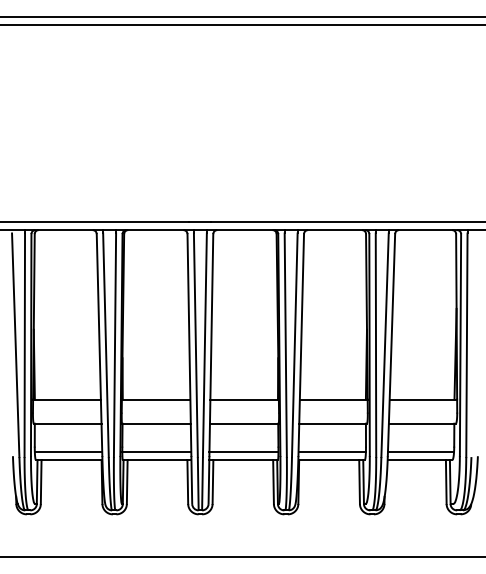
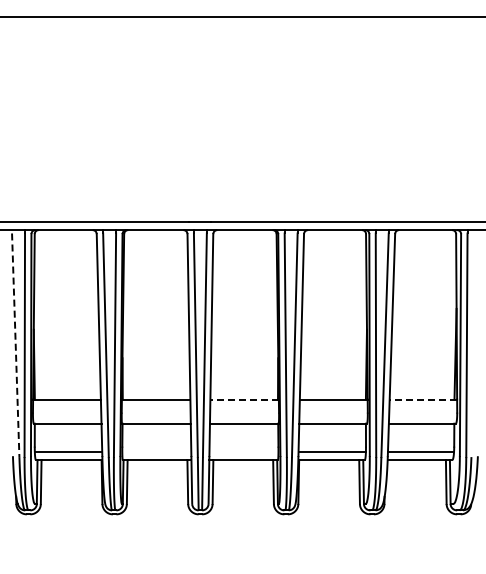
line at (242, 25): present -> none
line at (15, 345): solid -> dashed
line at (244, 399): solid -> dashed
line at (423, 399): solid -> dashed
line at (156, 451): present -> none
line at (243, 451): present -> none
line at (242, 556): present -> none
